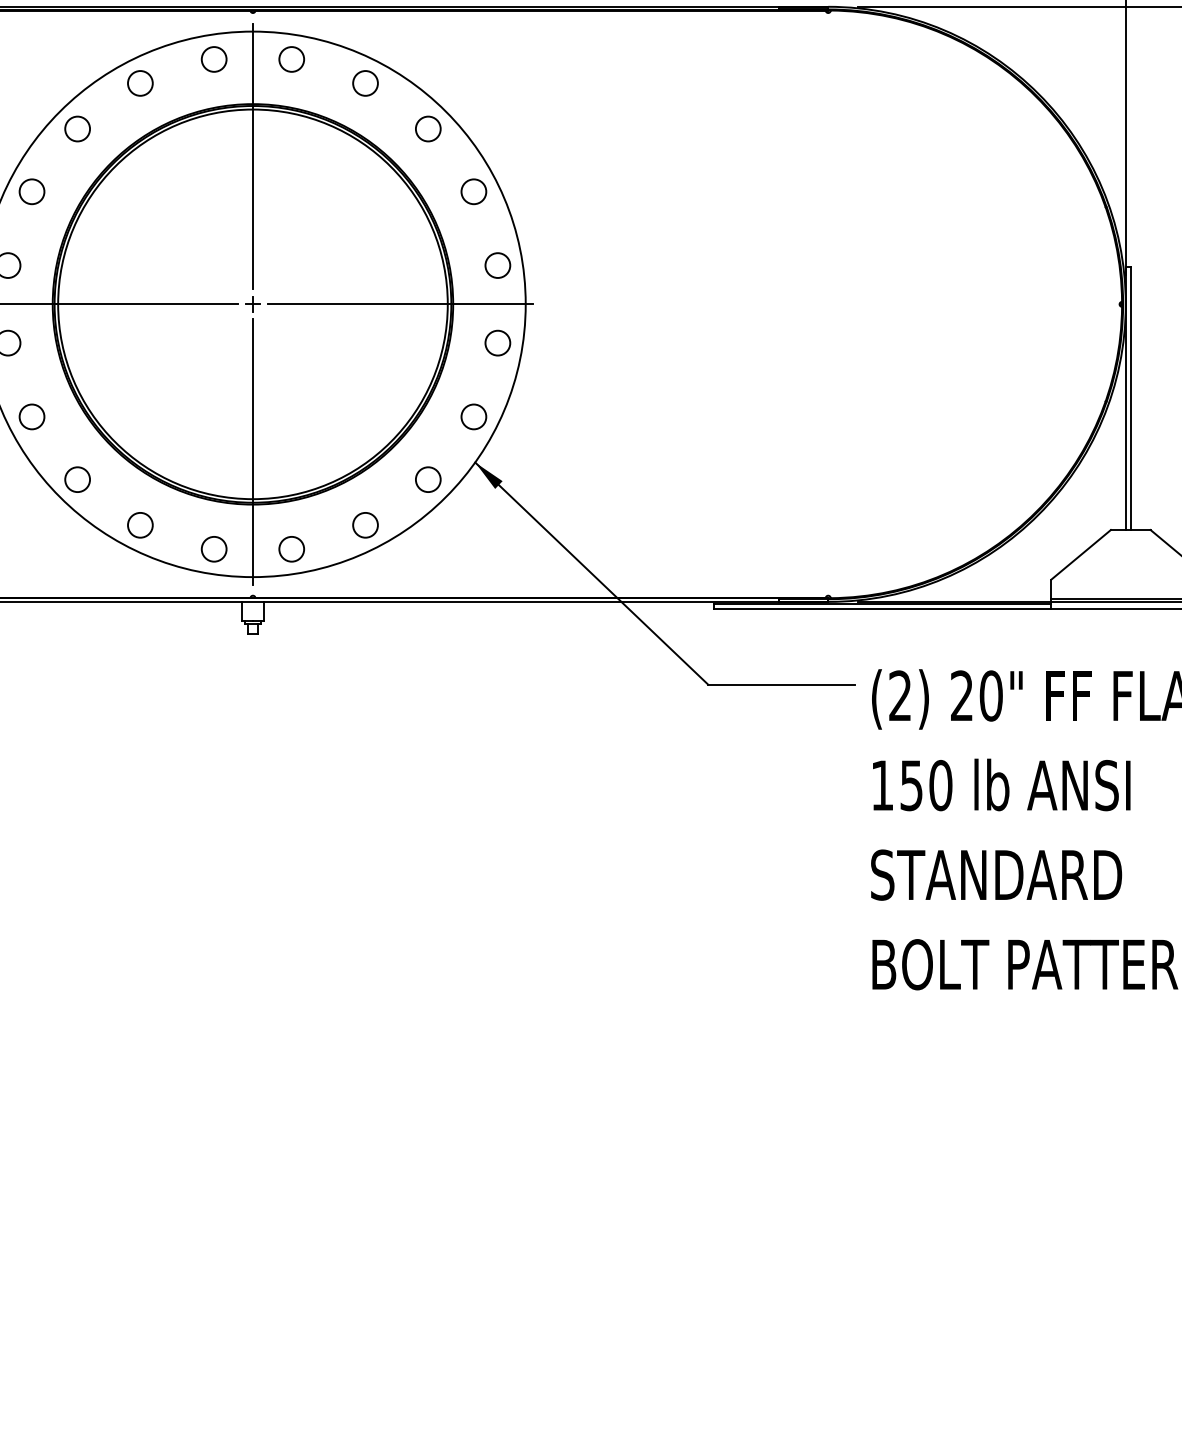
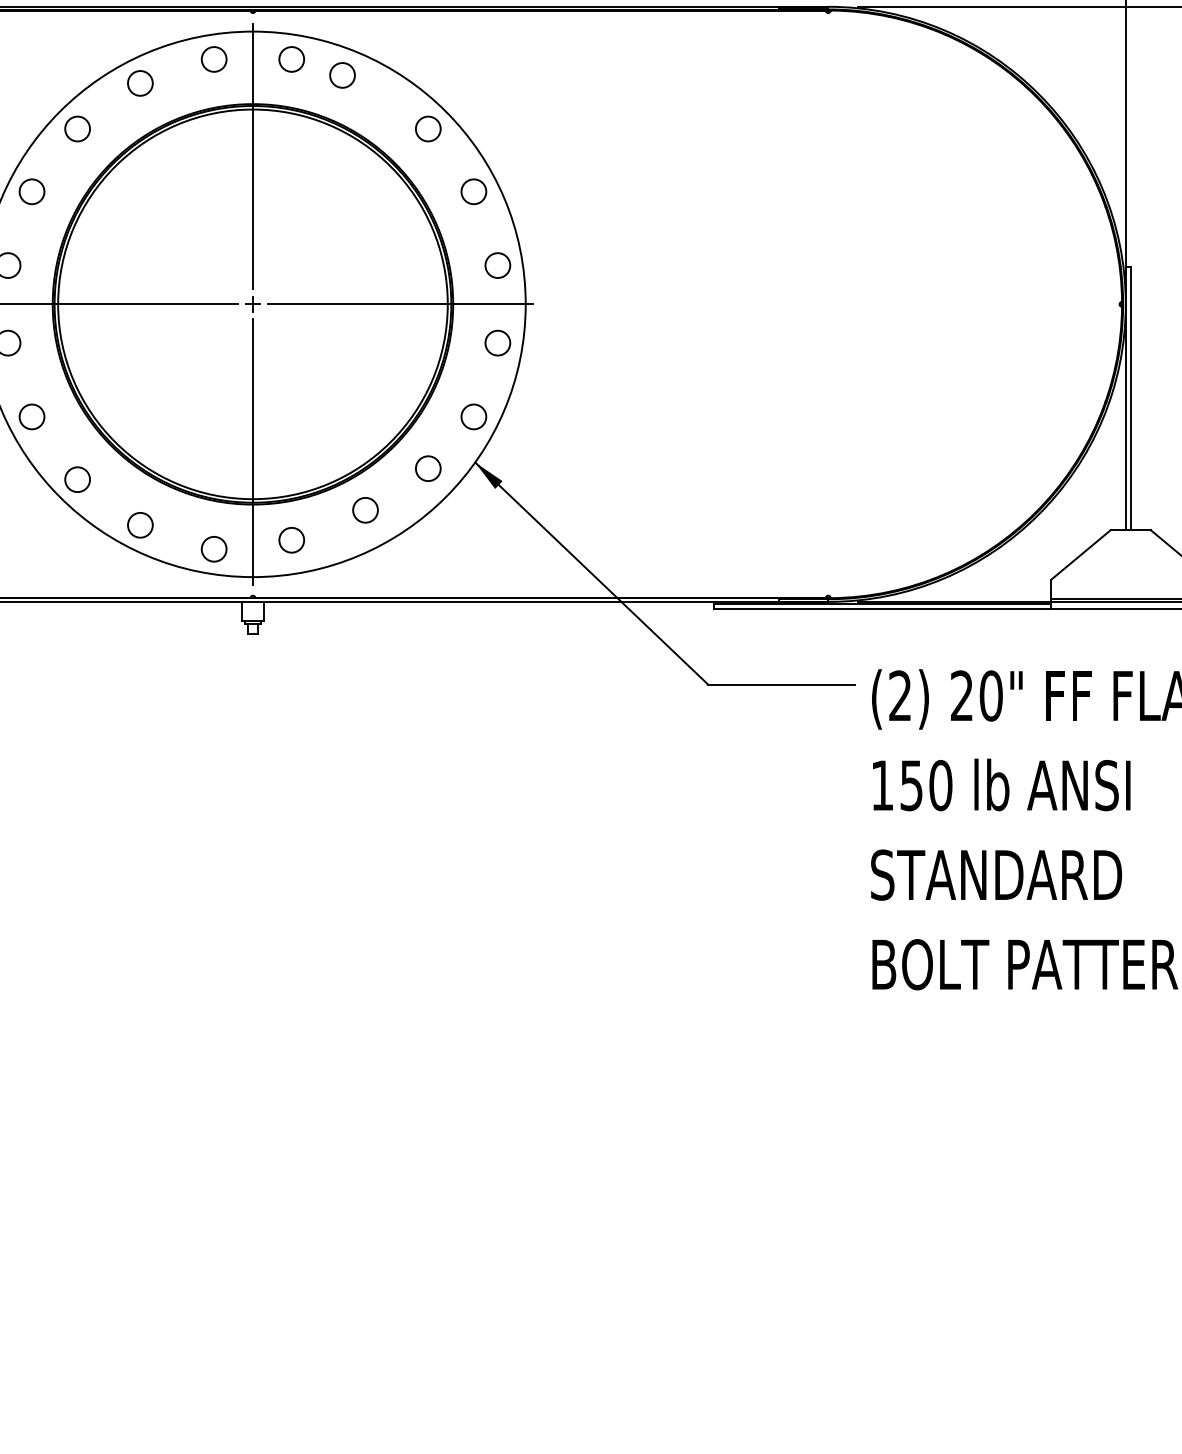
circle at (365, 83) position: (365, 83) -> (342, 75)
circle at (428, 479) position: (428, 479) -> (428, 468)
circle at (365, 525) position: (365, 525) -> (365, 510)
circle at (291, 549) position: (291, 549) -> (291, 540)
